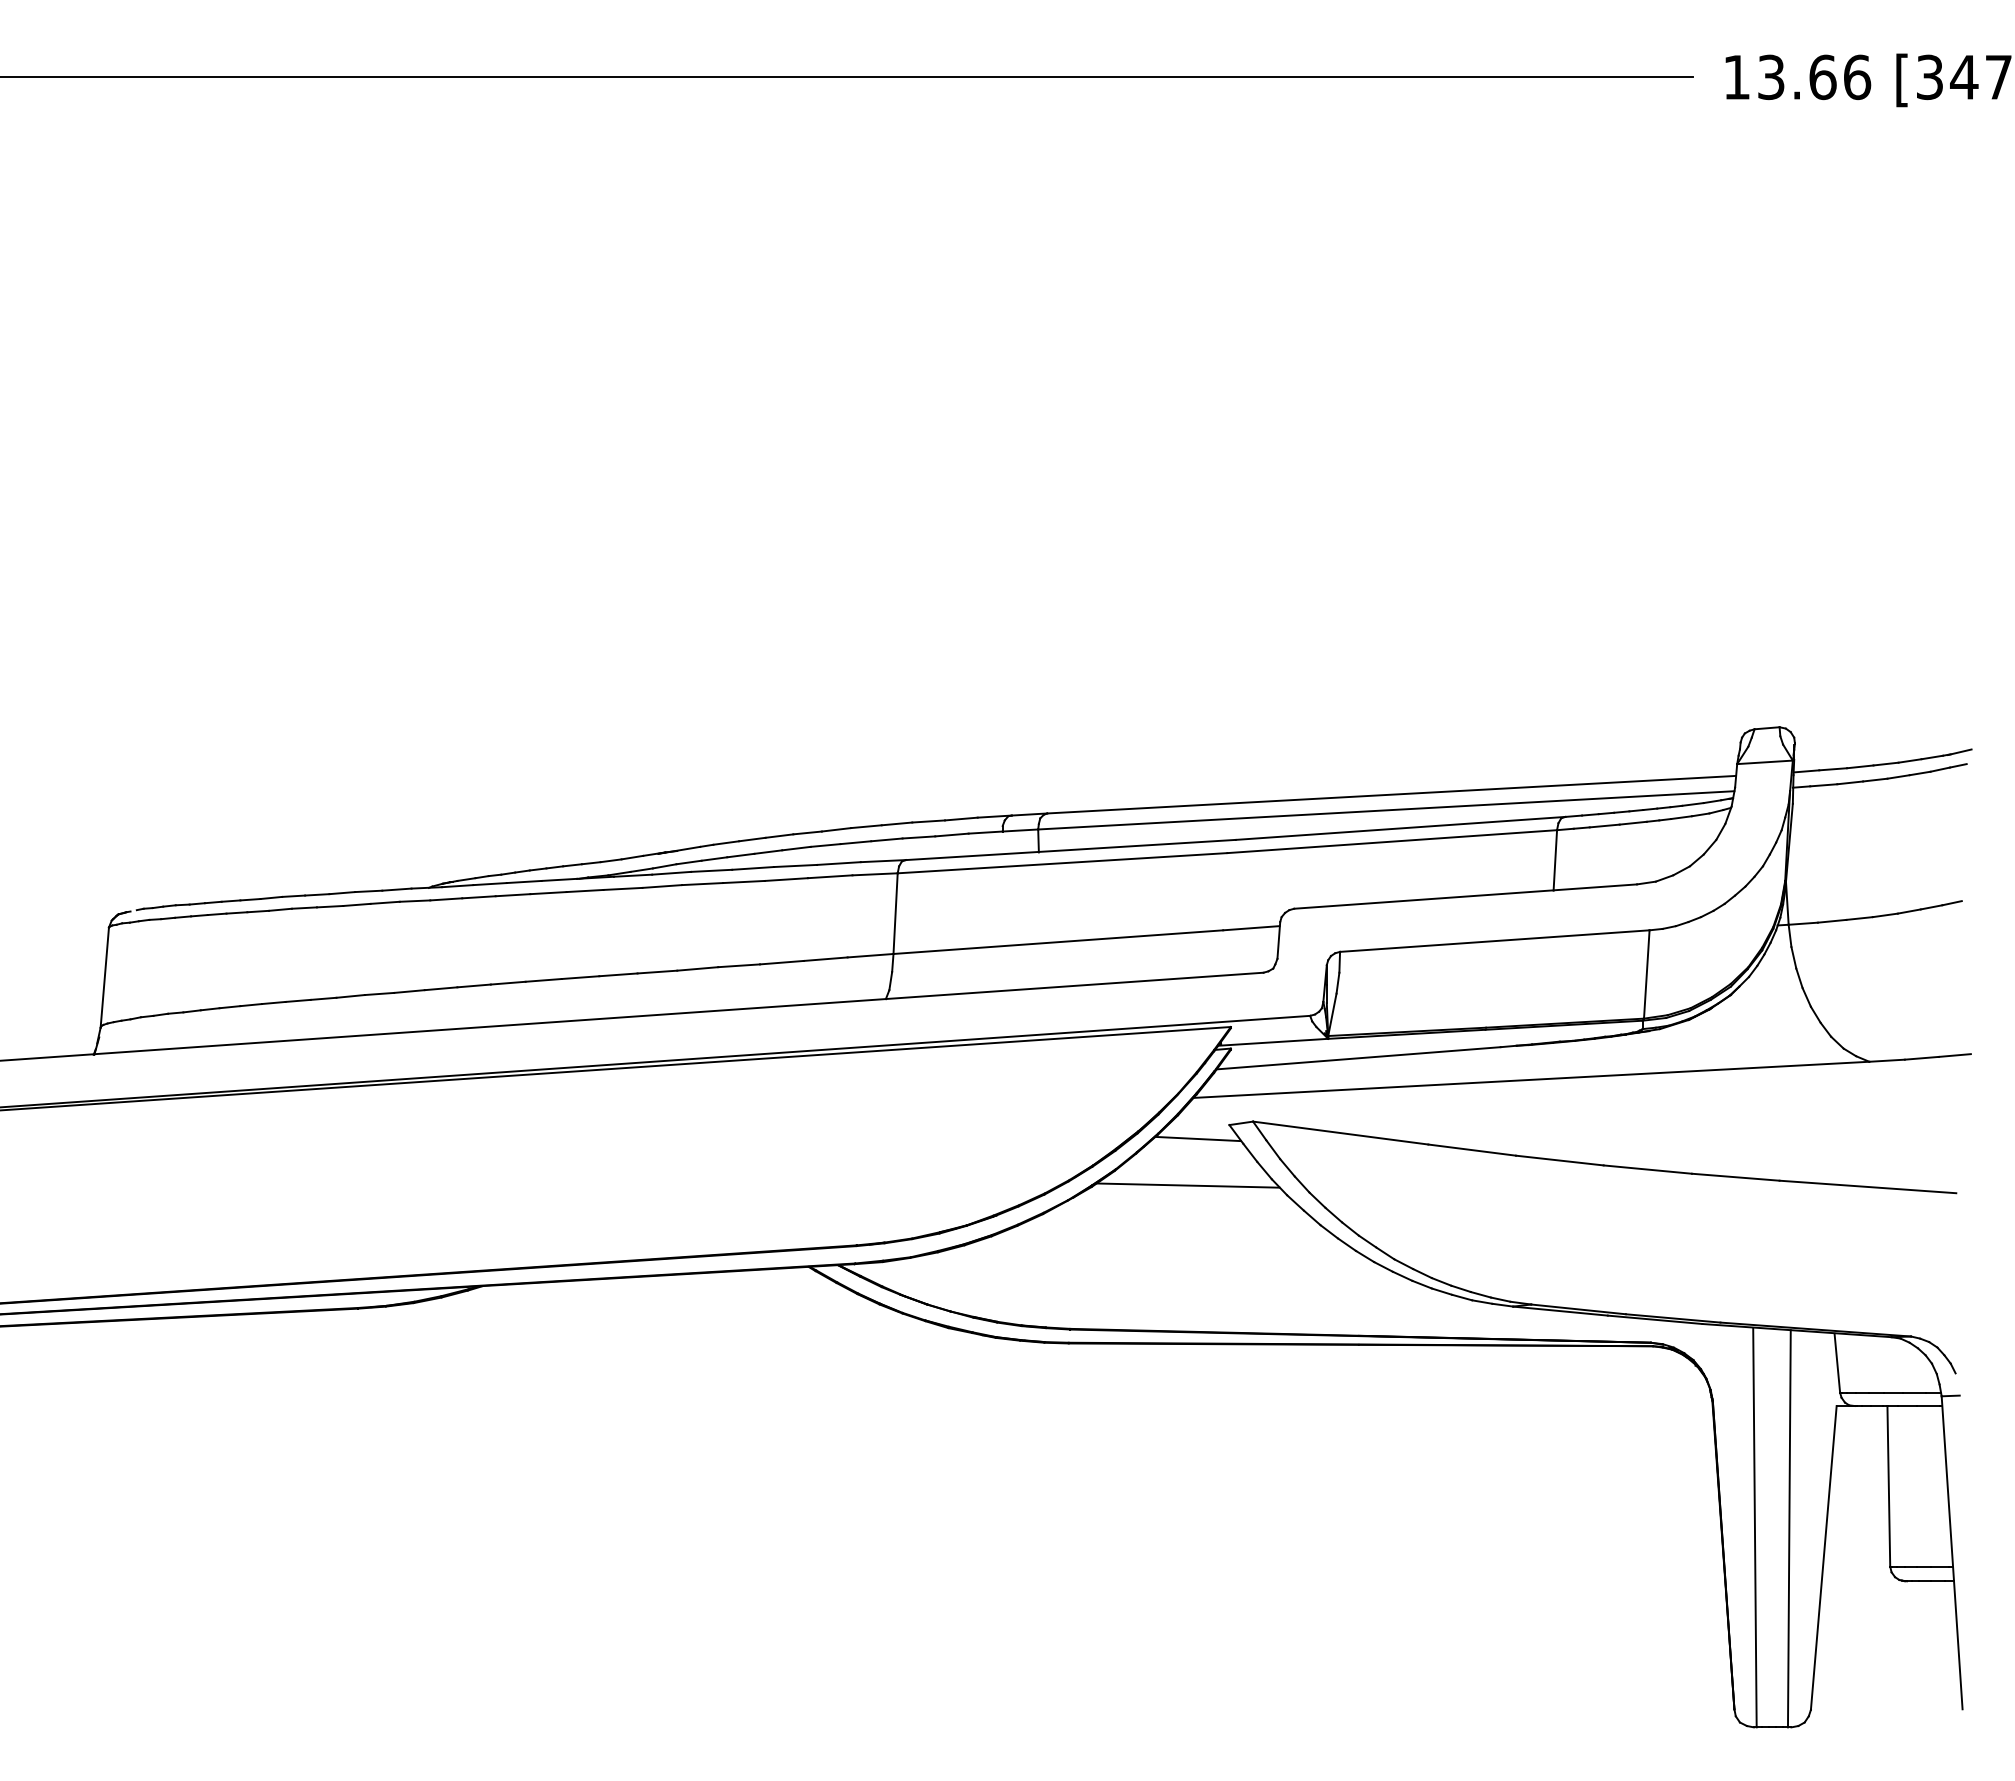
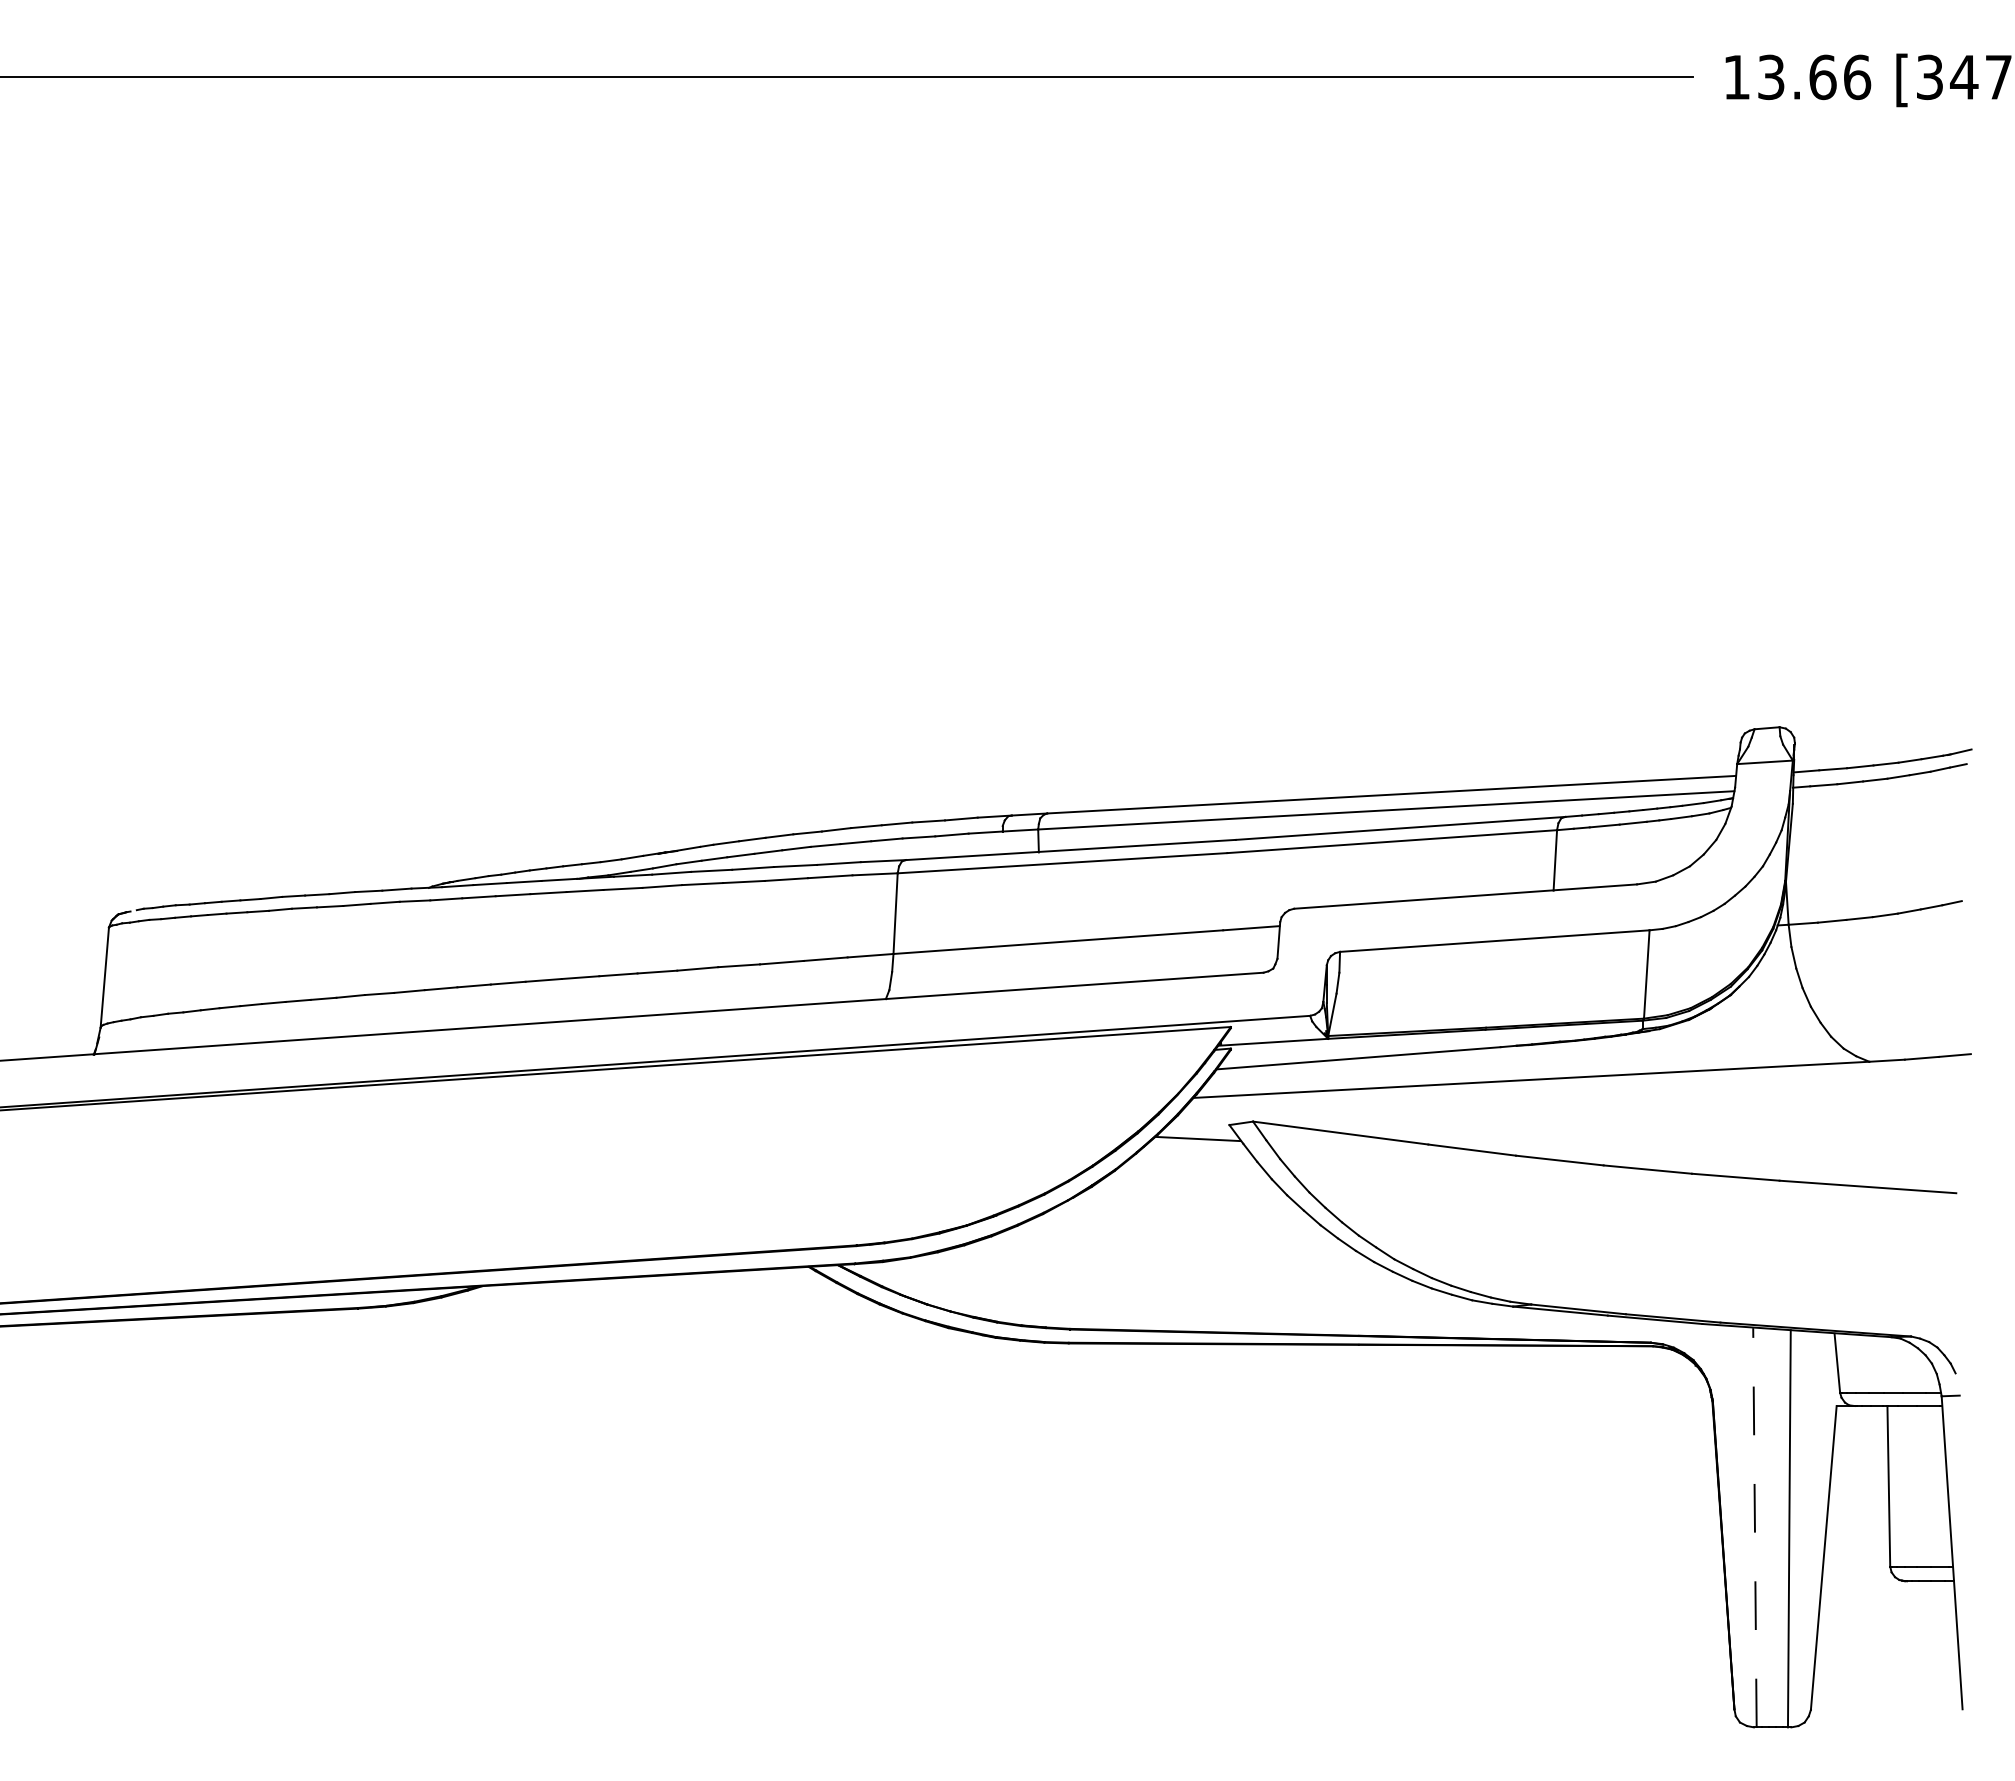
line at (1187, 1185): present -> none
line at (1754, 1527): solid -> dashed
